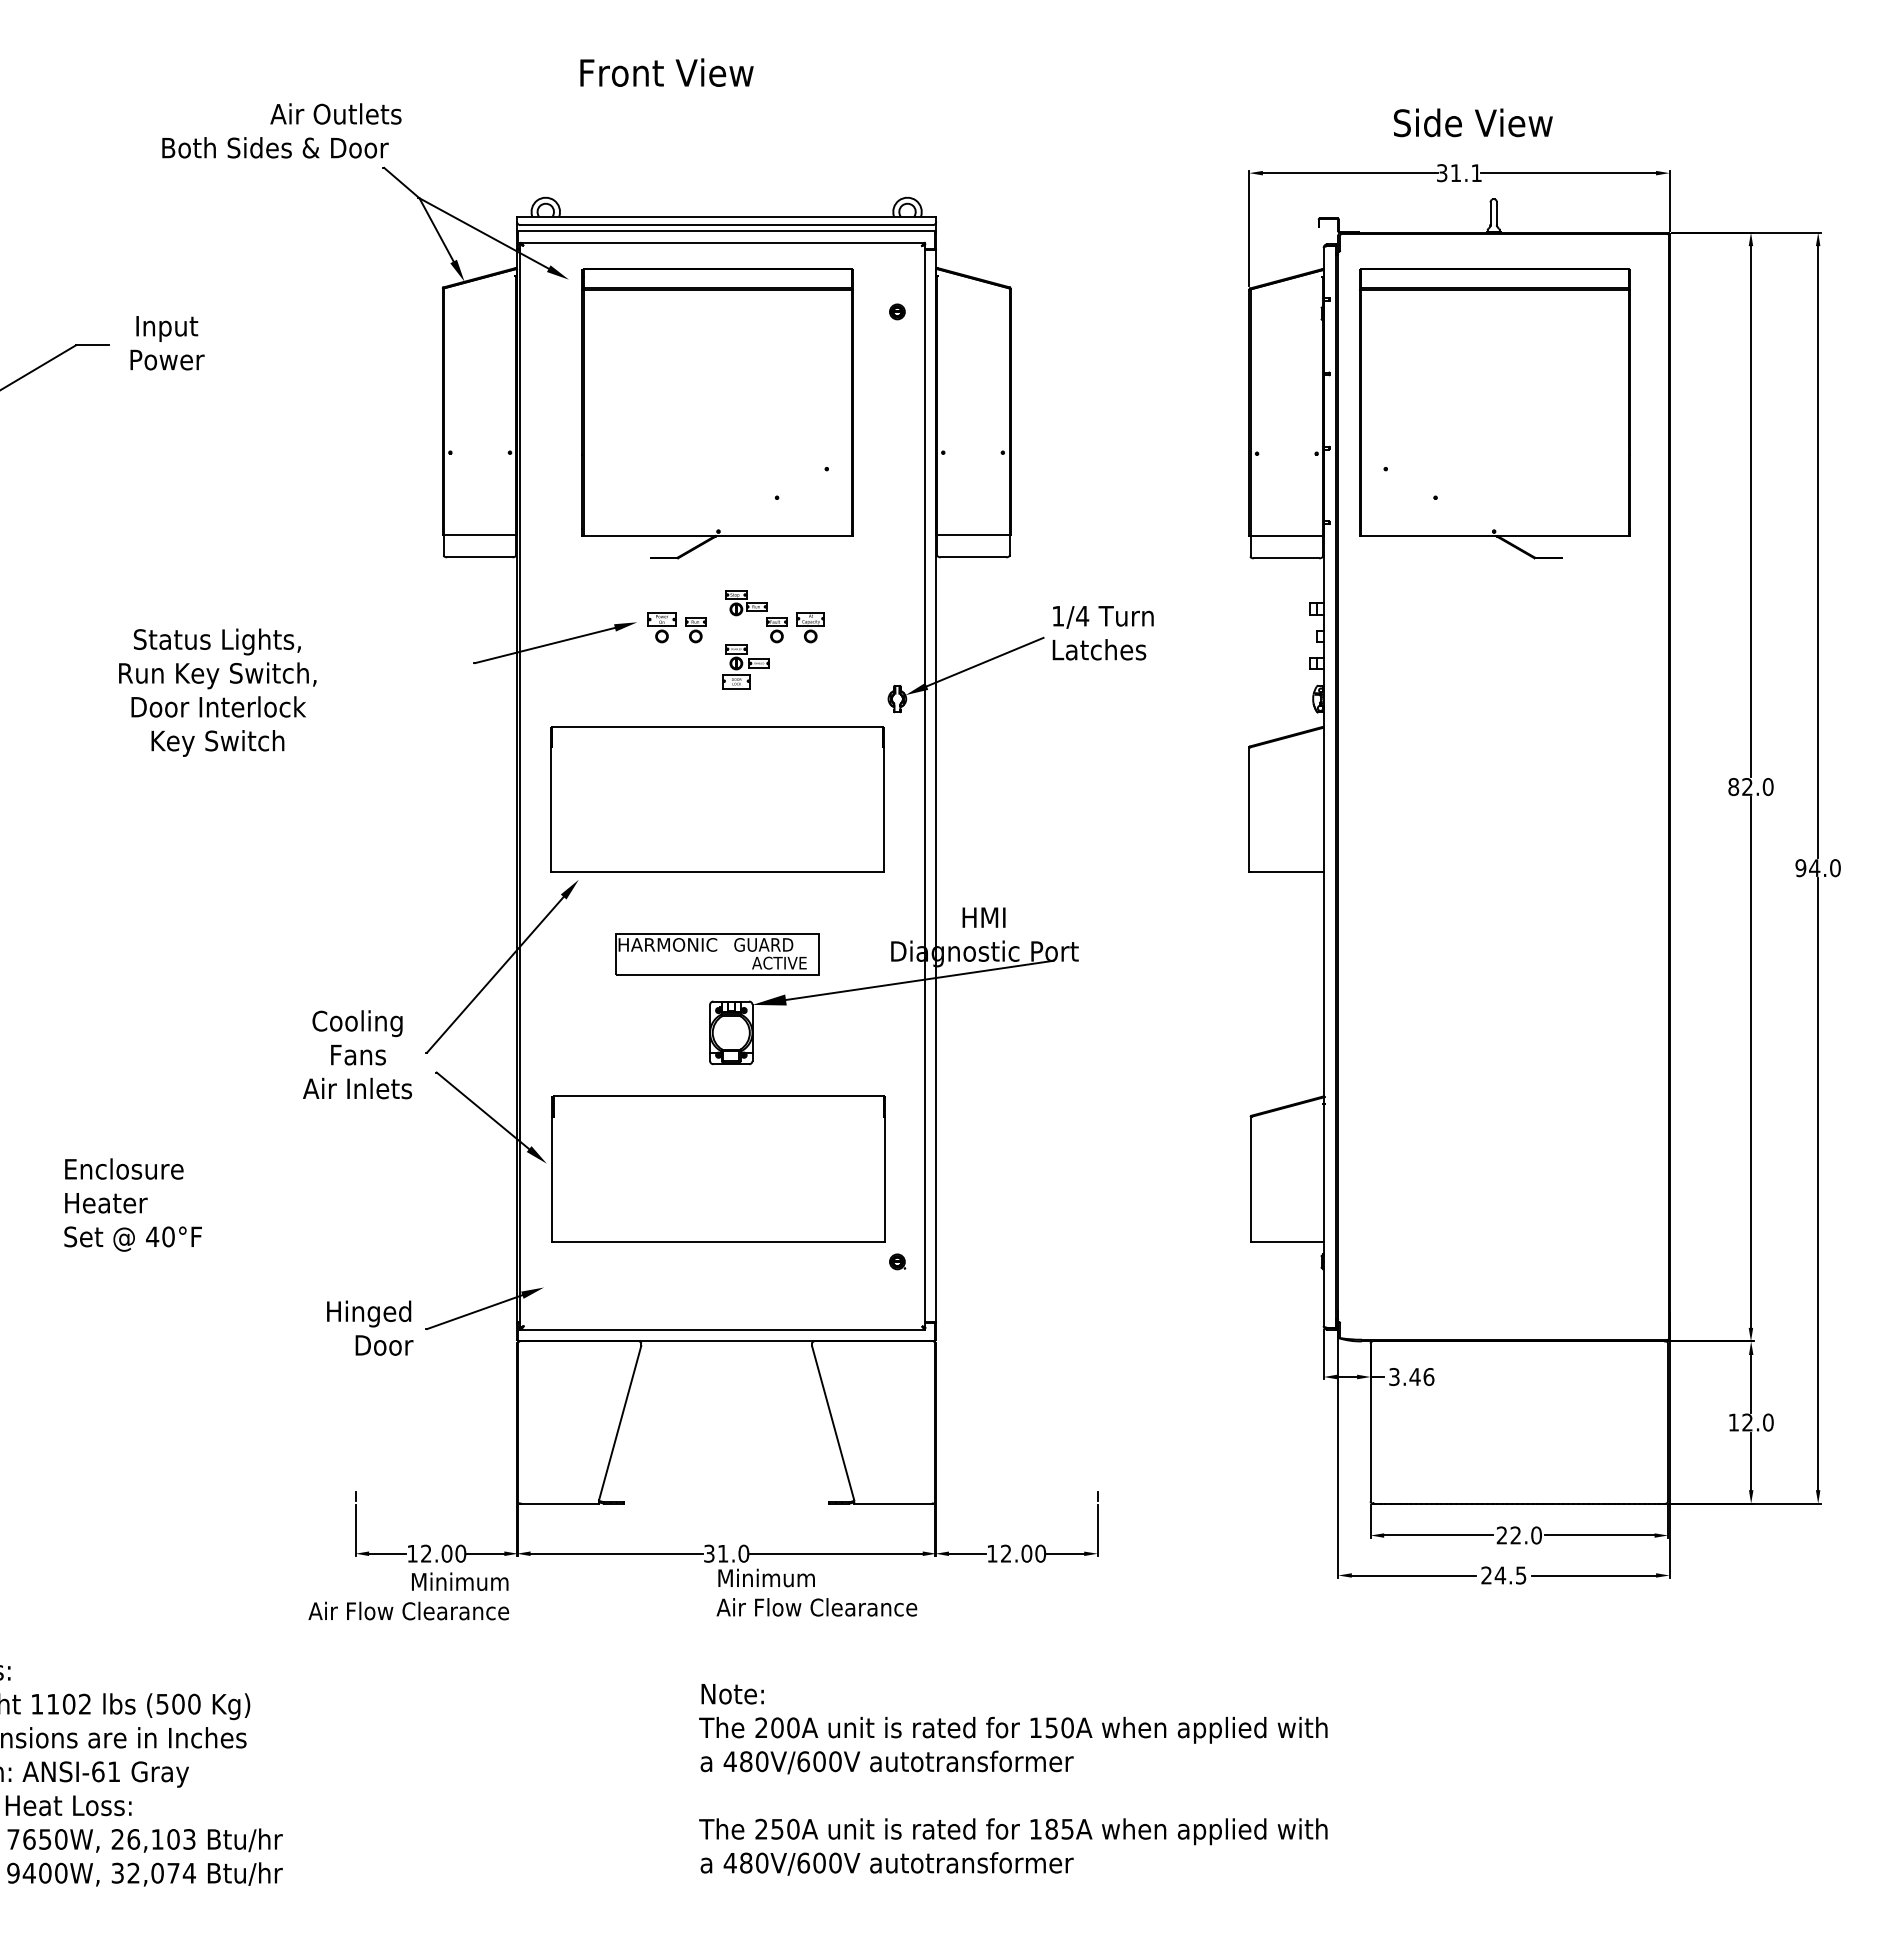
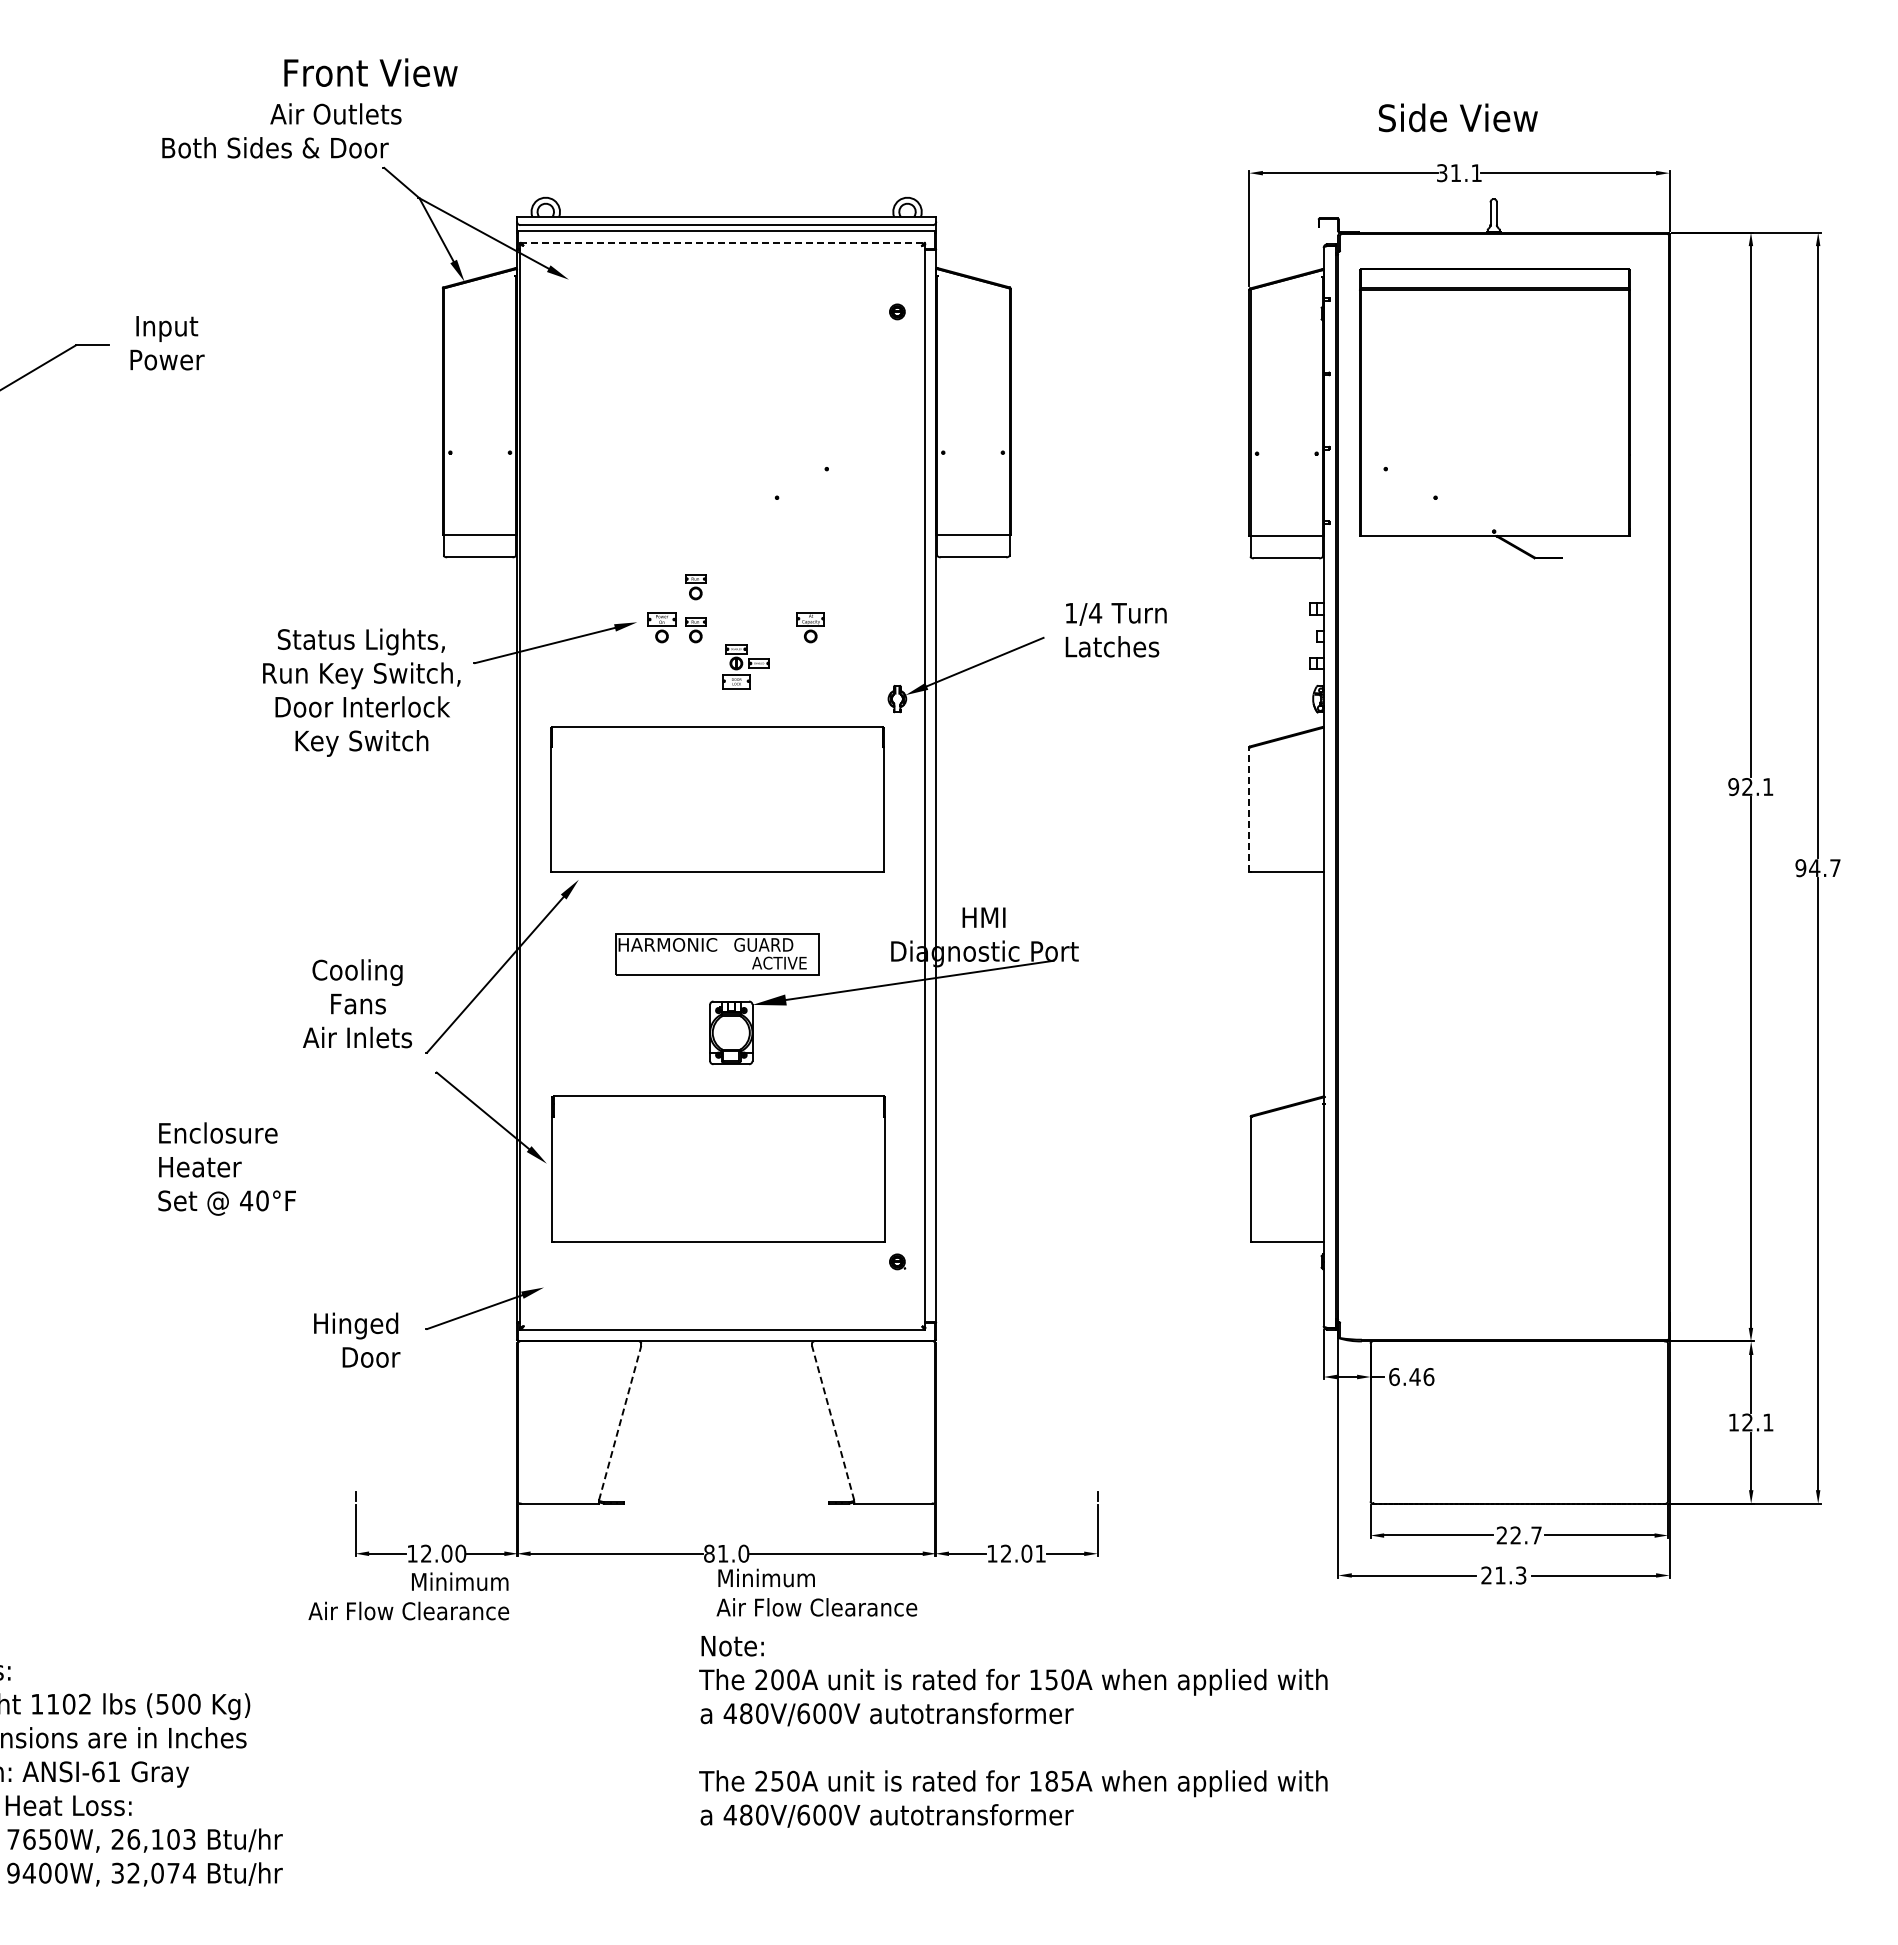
text at (666, 72) position: (666, 72) -> (370, 72)
text at (1473, 122) position: (1473, 122) -> (1458, 117)
line at (723, 242): solid -> dashed
part at (717, 413): present -> none
part at (695, 587): none -> present
part at (756, 616): present -> none
text at (1102, 633) position: (1102, 633) -> (1115, 630)
text at (217, 692) position: (217, 692) -> (361, 692)
text at (1750, 787): 82.0 -> 92.1
line at (1249, 809): solid -> dashed
text at (1835, 868): 94.0 -> 94.7
text at (357, 1054) position: (357, 1054) -> (357, 1003)
text at (132, 1204) position: (132, 1204) -> (226, 1168)
text at (370, 1327) position: (370, 1327) -> (357, 1339)
text at (1394, 1377): 3.46 -> 6.46
text at (1768, 1422): 12.0 -> 12.1
line at (620, 1423): solid -> dashed
line at (833, 1423): solid -> dashed
text at (1536, 1535): 22.0 -> 22.7
text at (709, 1553): 31.0 -> 81.0
text at (1040, 1553): 12.00 -> 12.01
text at (1510, 1575): 24.5 -> 21.3
text at (1013, 1779) position: (1013, 1779) -> (1013, 1731)
